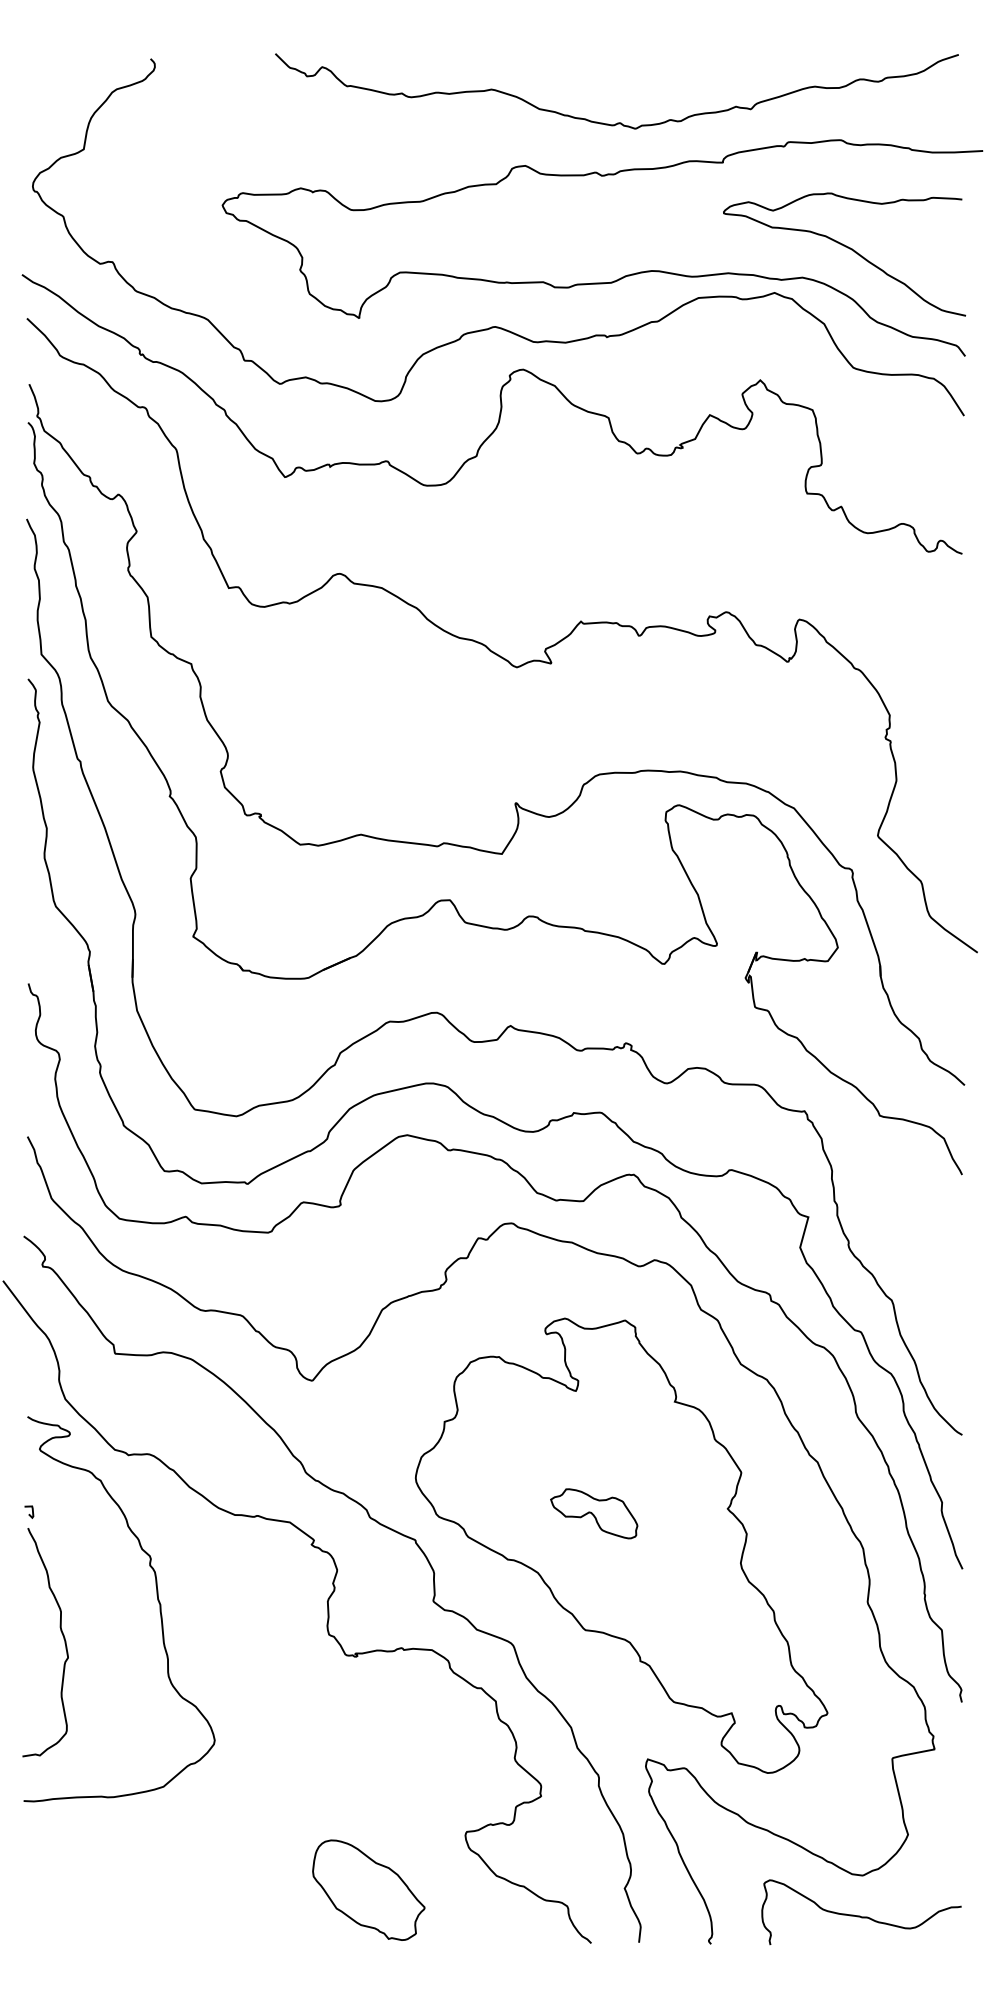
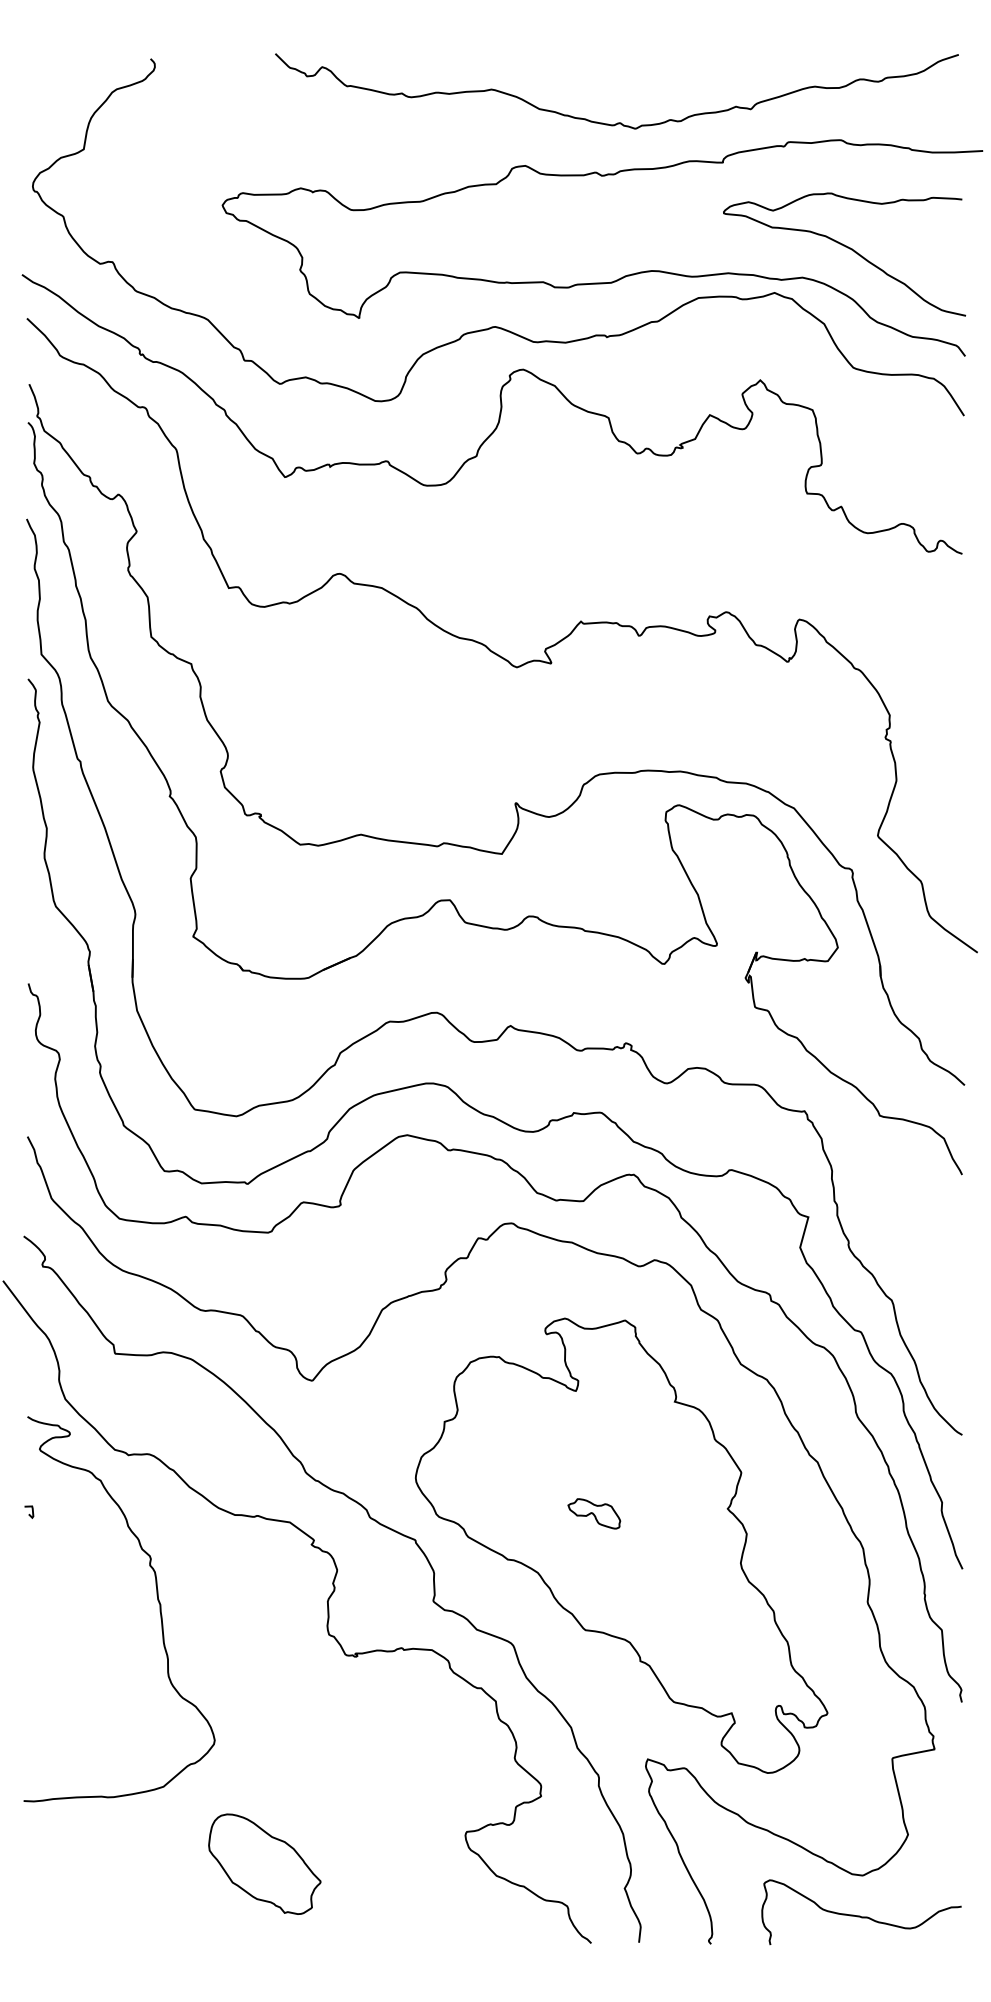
part at (594, 1513) size: 89x52 px -> 55x32 px
curve at (63, 1639): present -> none
part at (368, 1889) position: (368, 1889) -> (264, 1863)
